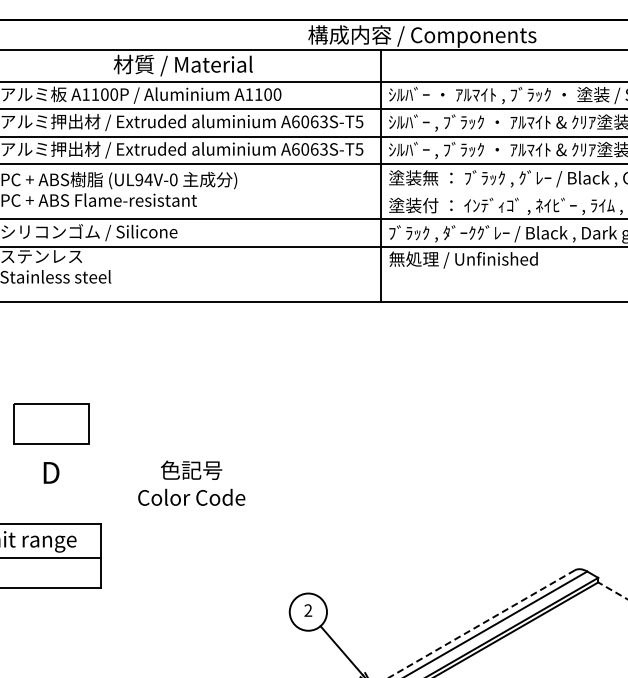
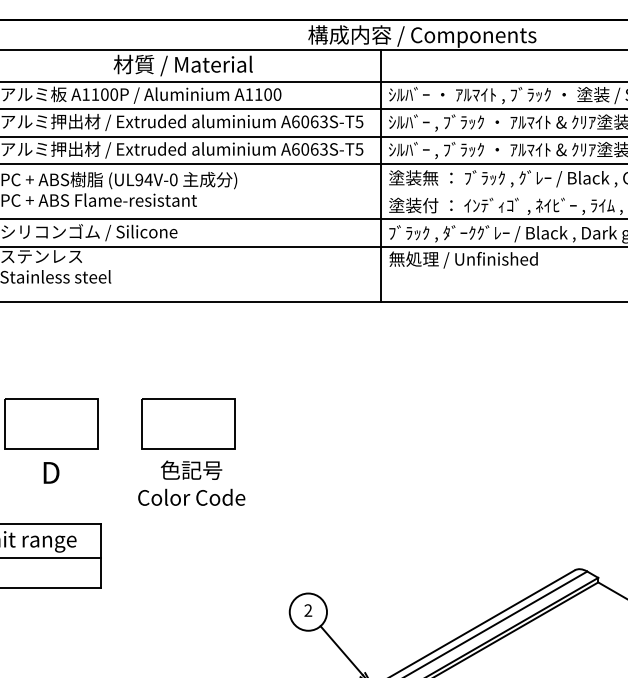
part at (51, 423) size: 77x42 px -> 95x52 px
part at (188, 423): none -> present
line at (612, 590): dashed -> solid
line at (481, 624): dashed -> solid
